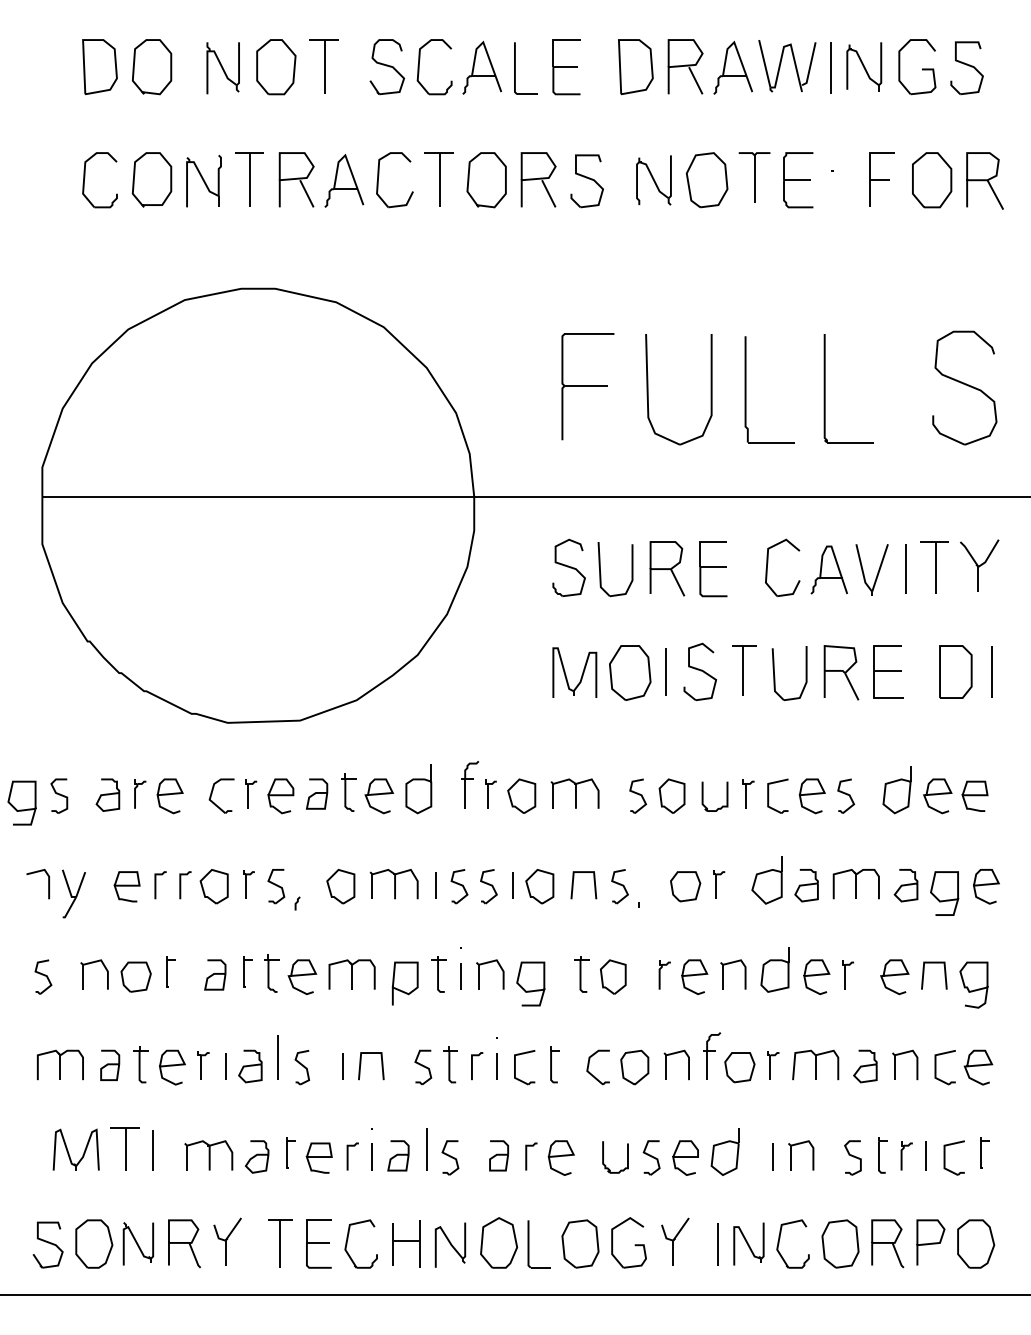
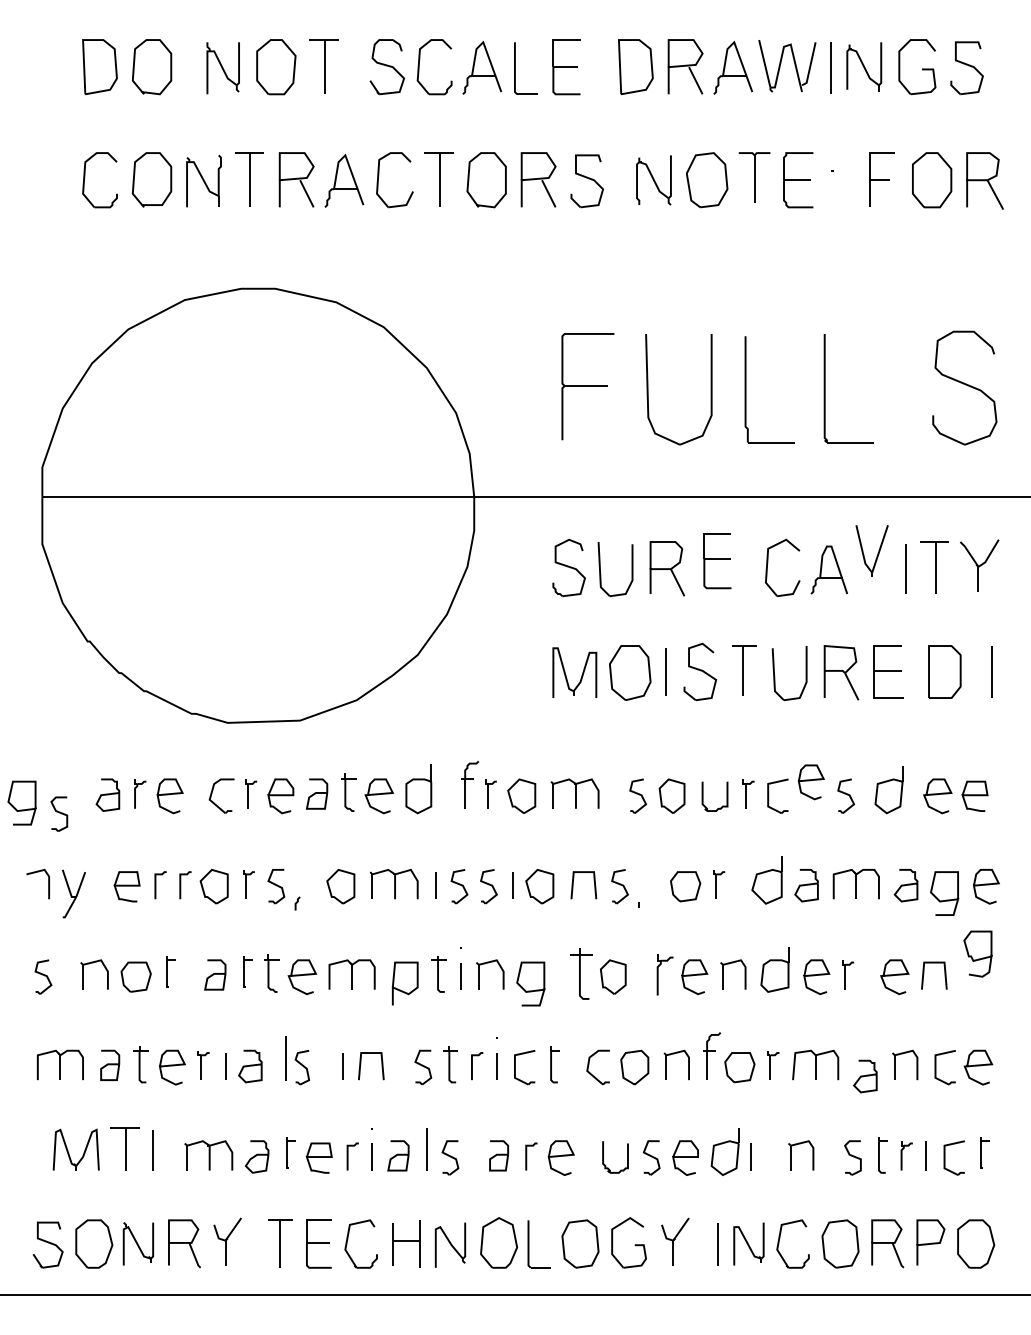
part at (713, 569) position: (713, 569) -> (717, 561)
part at (877, 572) position: (877, 572) -> (877, 553)
part at (955, 671) position: (955, 671) -> (944, 671)
part at (896, 790) position: (896, 790) -> (888, 790)
part at (59, 795) position: (59, 795) -> (59, 813)
curve at (811, 795) position: (811, 795) -> (810, 781)
part at (581, 974) size: 16x37 px -> 23x52 px
part at (664, 974) size: 13x30 px -> 18x42 px
curve at (974, 989) position: (974, 989) -> (978, 958)
line at (277, 1057) position: (277, 1057) -> (285, 1058)
part at (865, 1066) position: (865, 1066) -> (865, 1076)
line at (772, 1156) position: (772, 1156) -> (750, 1156)
